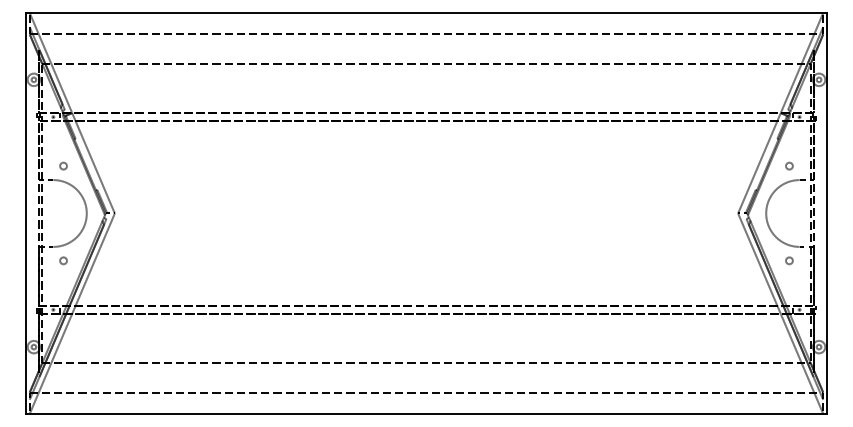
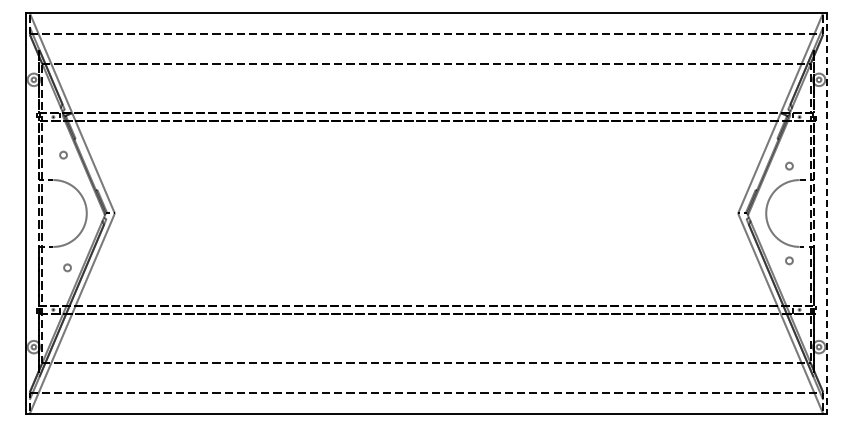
circle at (63, 165) position: (63, 165) -> (63, 154)
line at (827, 213): solid -> dashed
circle at (63, 260) position: (63, 260) -> (67, 267)
